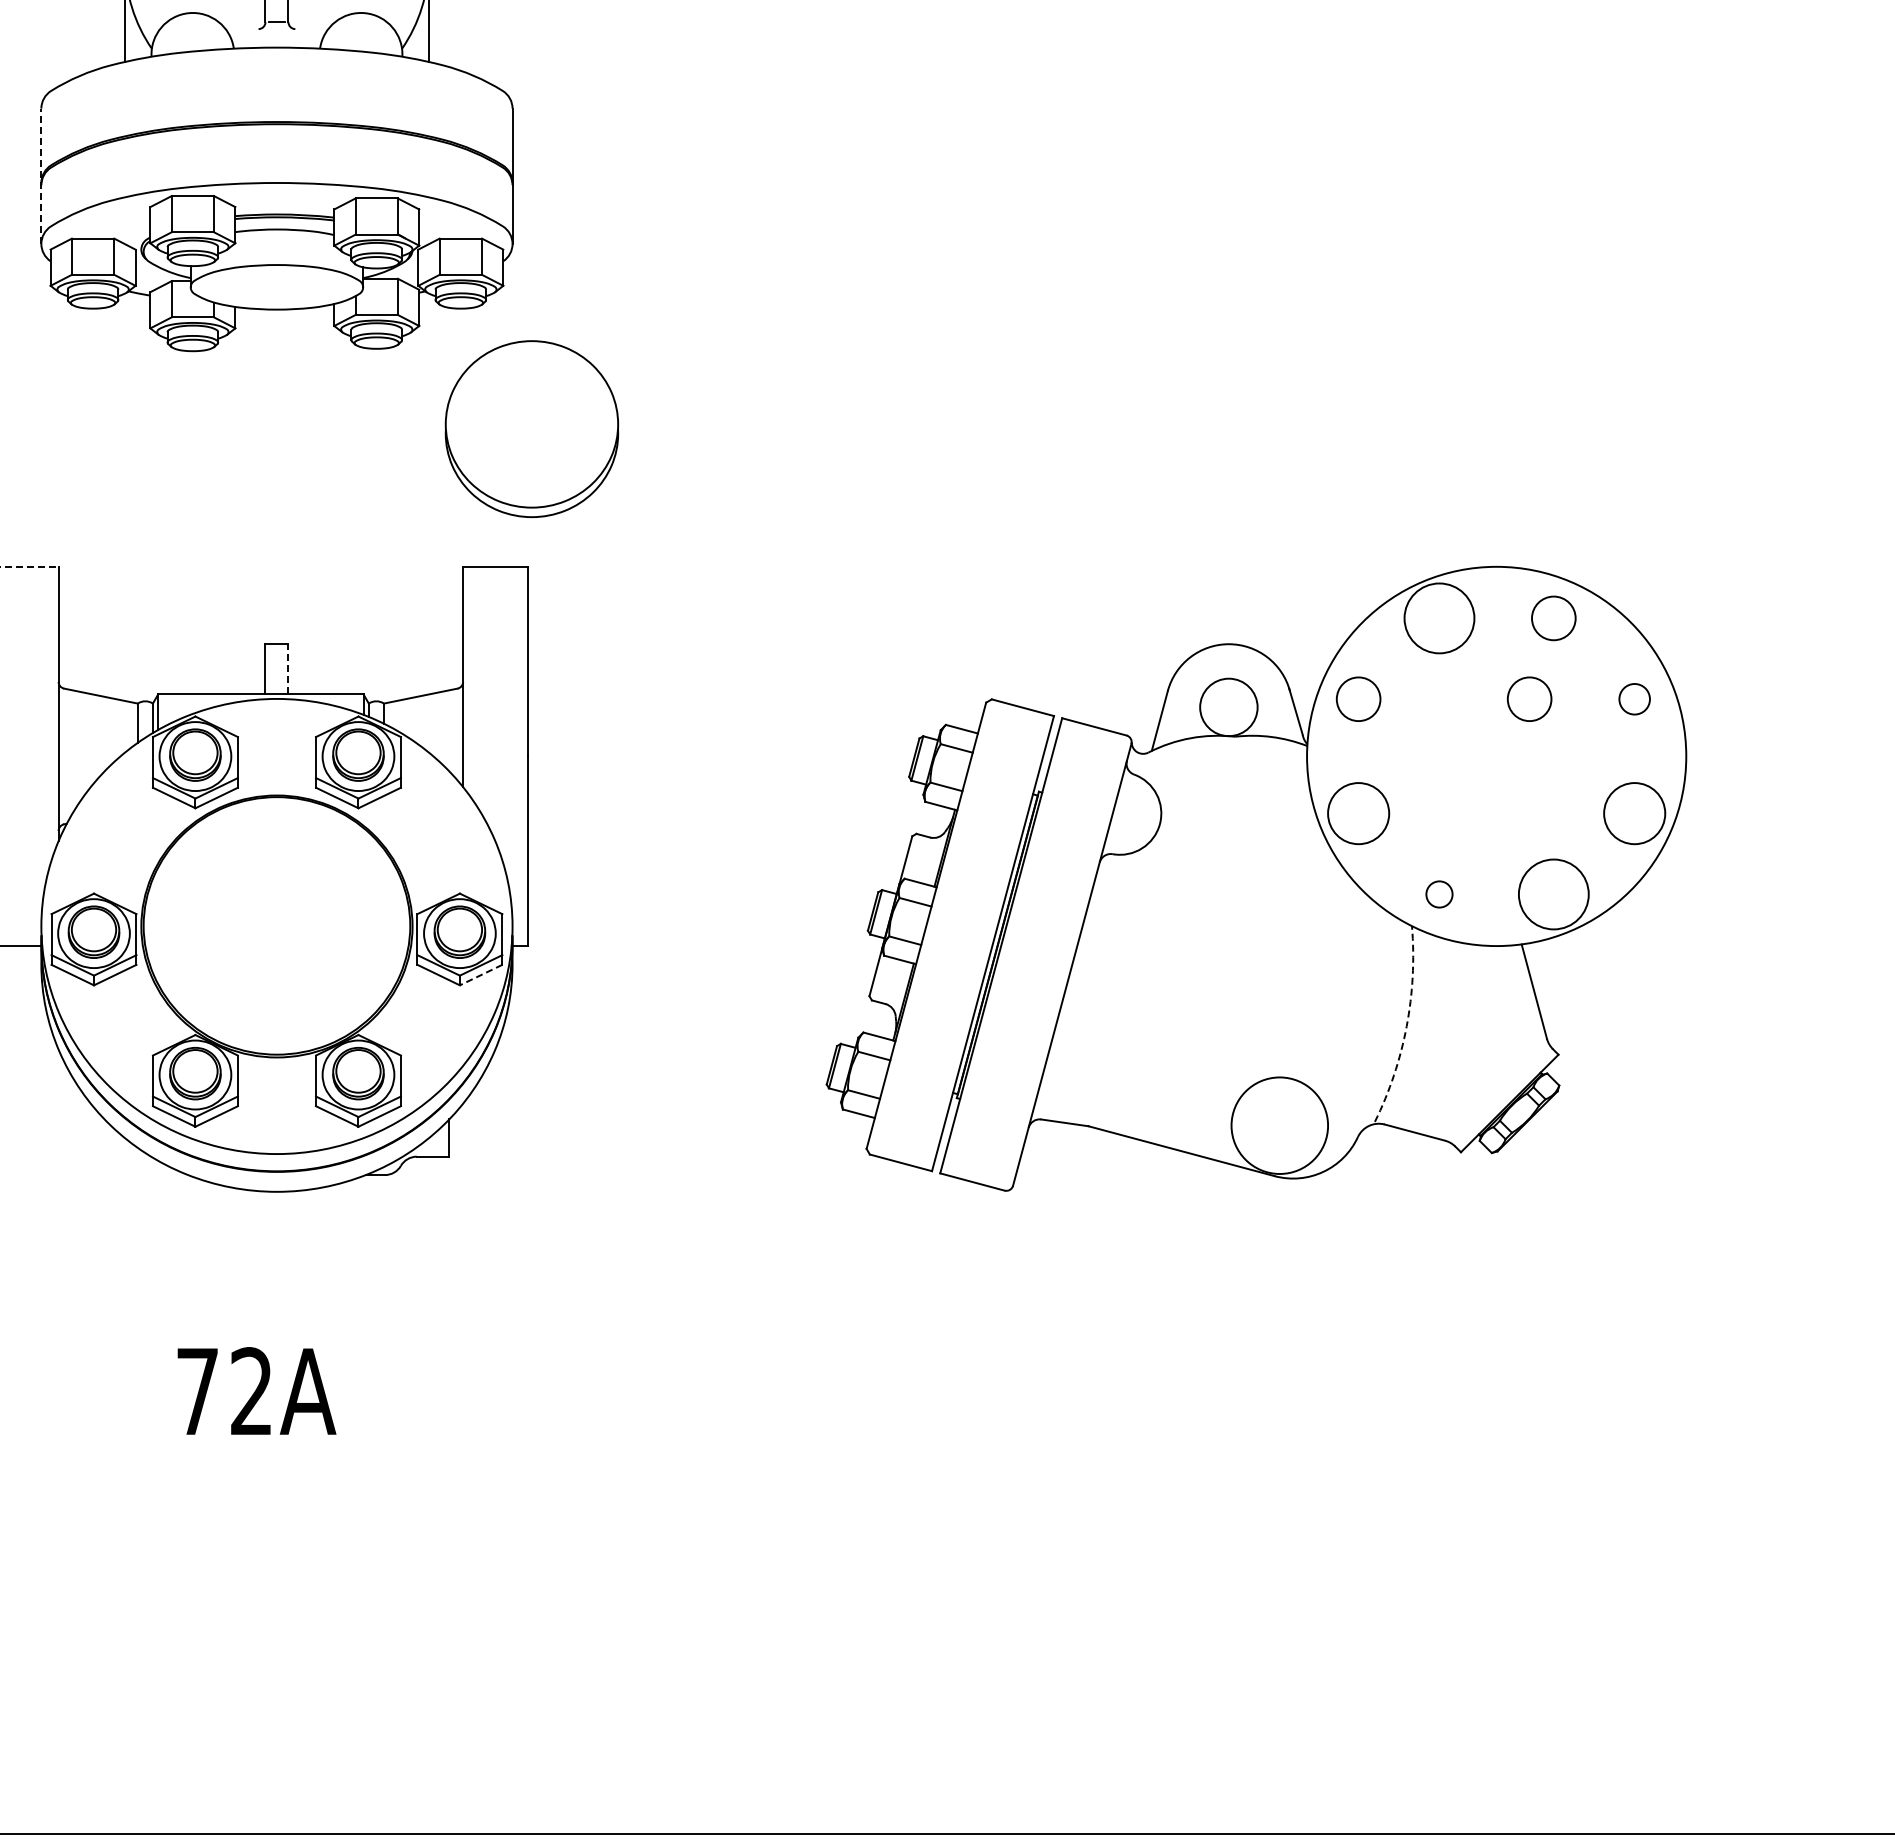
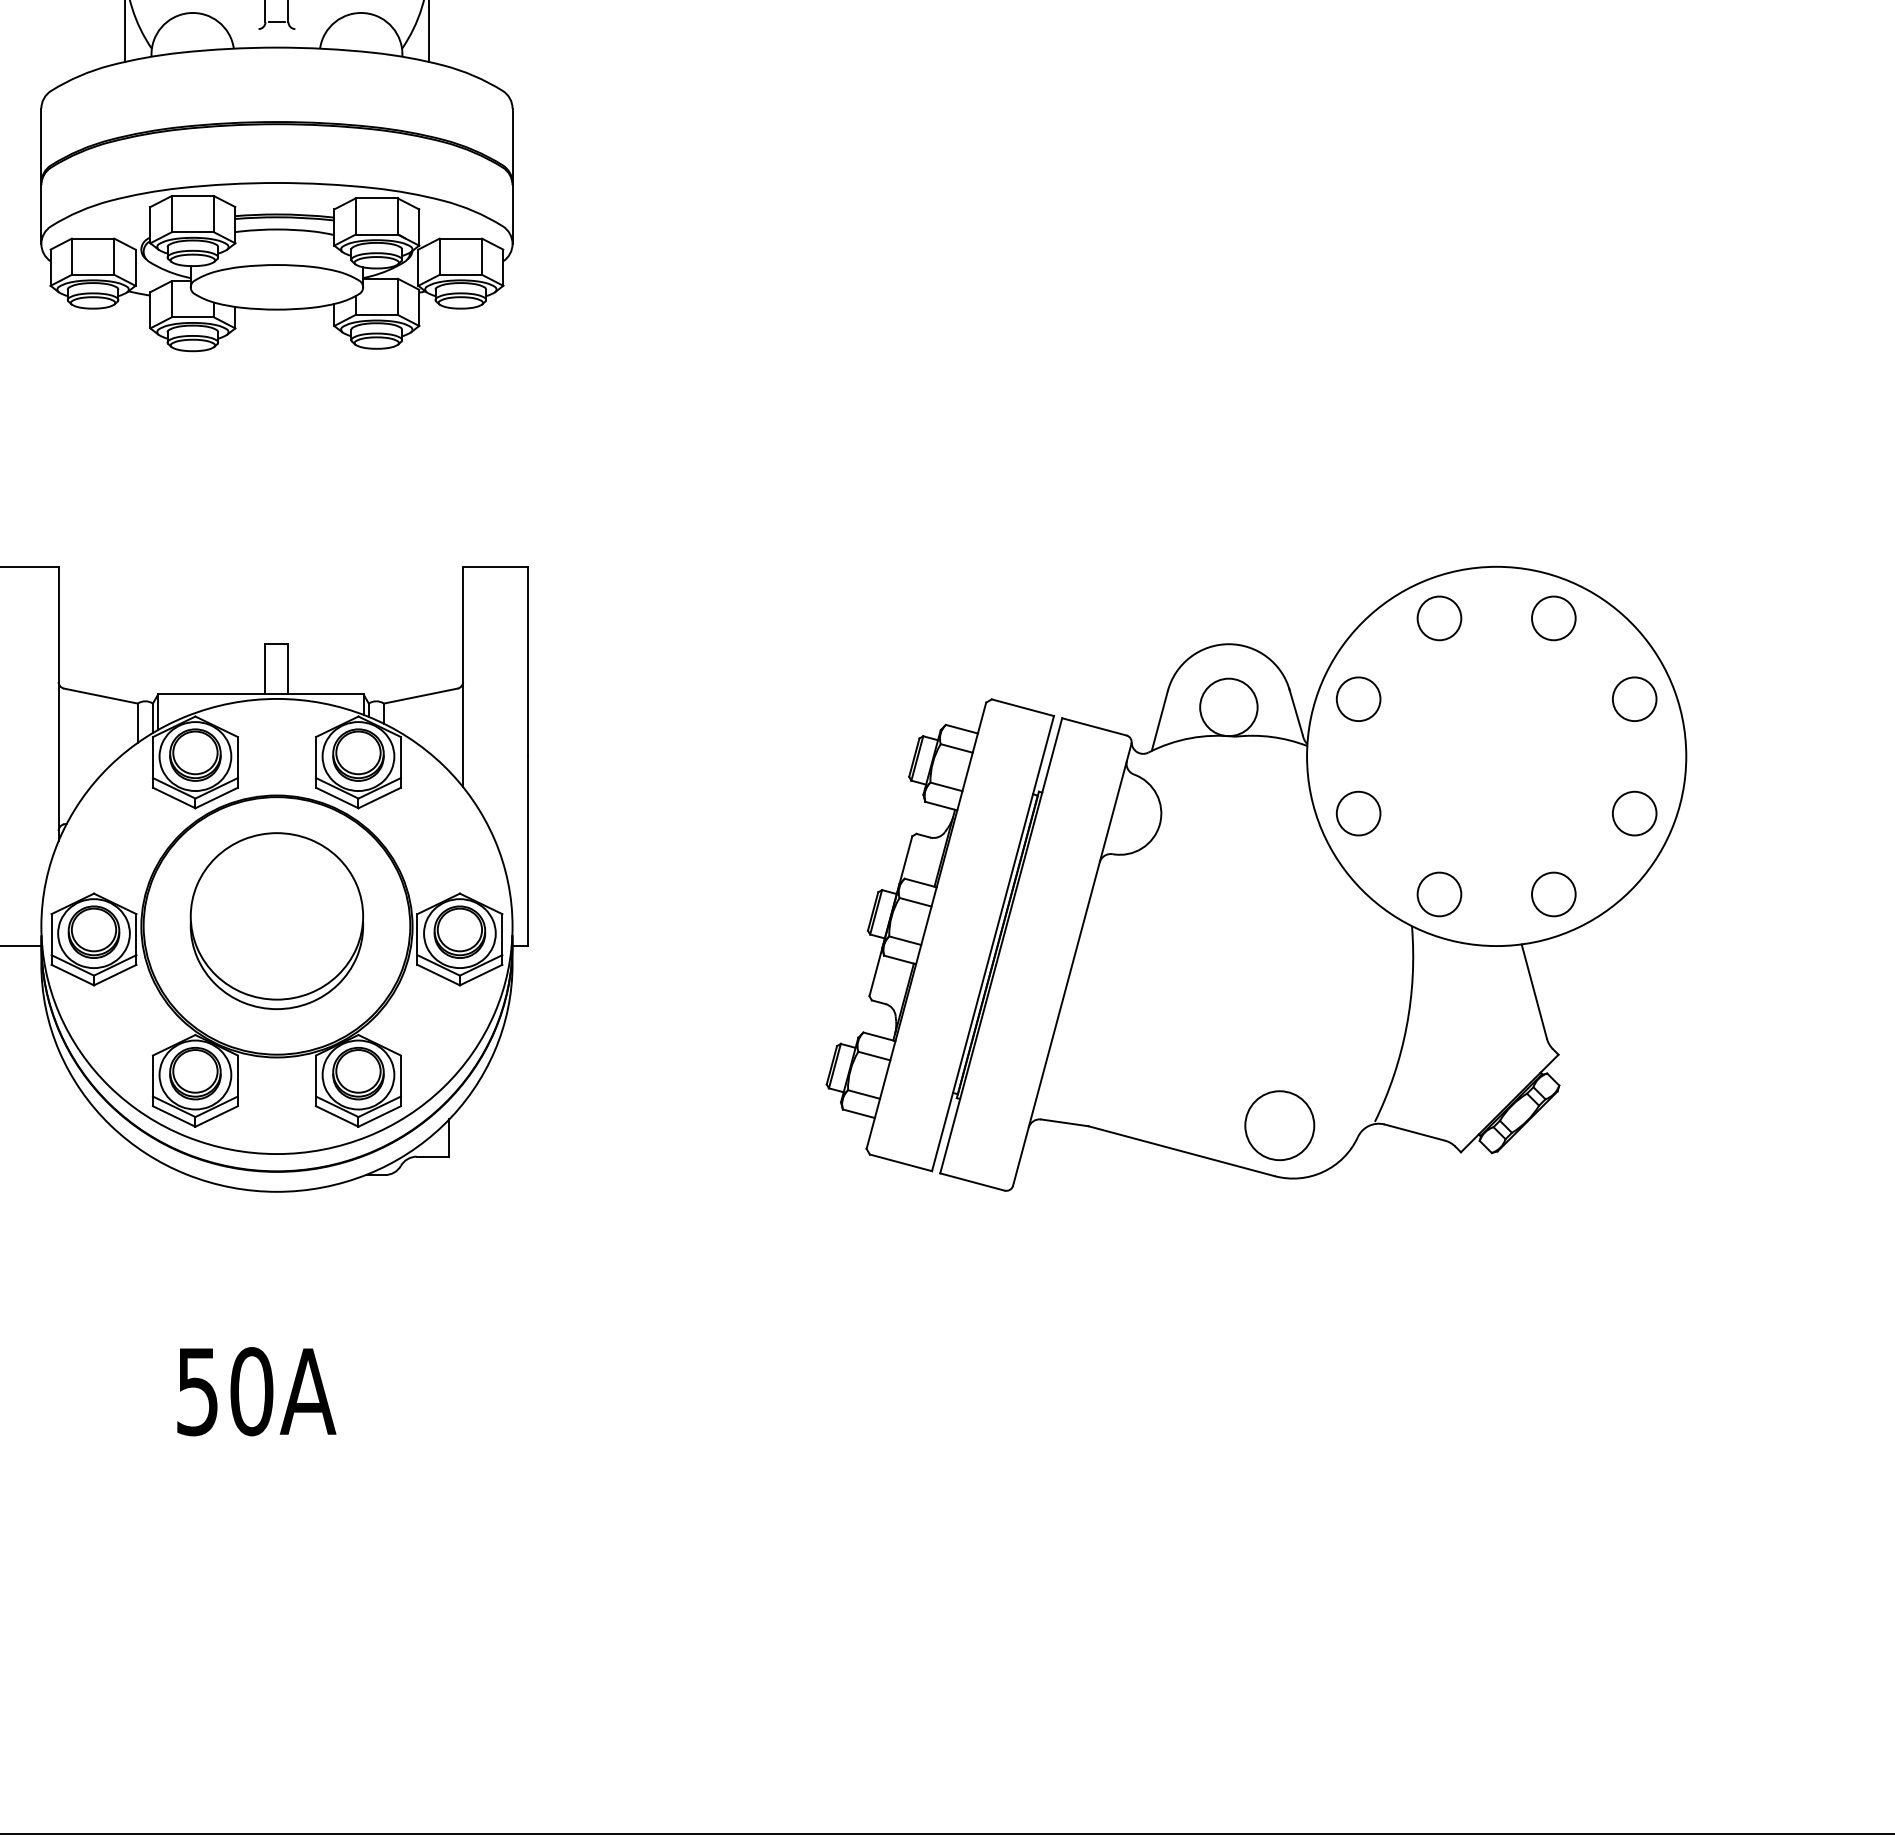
line at (41, 176): dashed -> solid
part at (531, 429) position: (531, 429) -> (276, 921)
line at (29, 566): dashed -> solid
circle at (1439, 618) diameter: 70 px -> 44 px
line at (288, 668): dashed -> solid
circle at (1529, 698): present -> none
circle at (1634, 699) diameter: 31 px -> 44 px
circle at (1358, 813) diameter: 61 px -> 44 px
circle at (1634, 813) diameter: 61 px -> 44 px
circle at (1439, 894) diameter: 26 px -> 44 px
circle at (1553, 894) diameter: 70 px -> 44 px
line at (481, 975): dashed -> solid
arc at (1406, 1026): dashed -> solid
circle at (1279, 1125) diameter: 97 px -> 69 px
text at (225, 1391): 72A -> 50A
